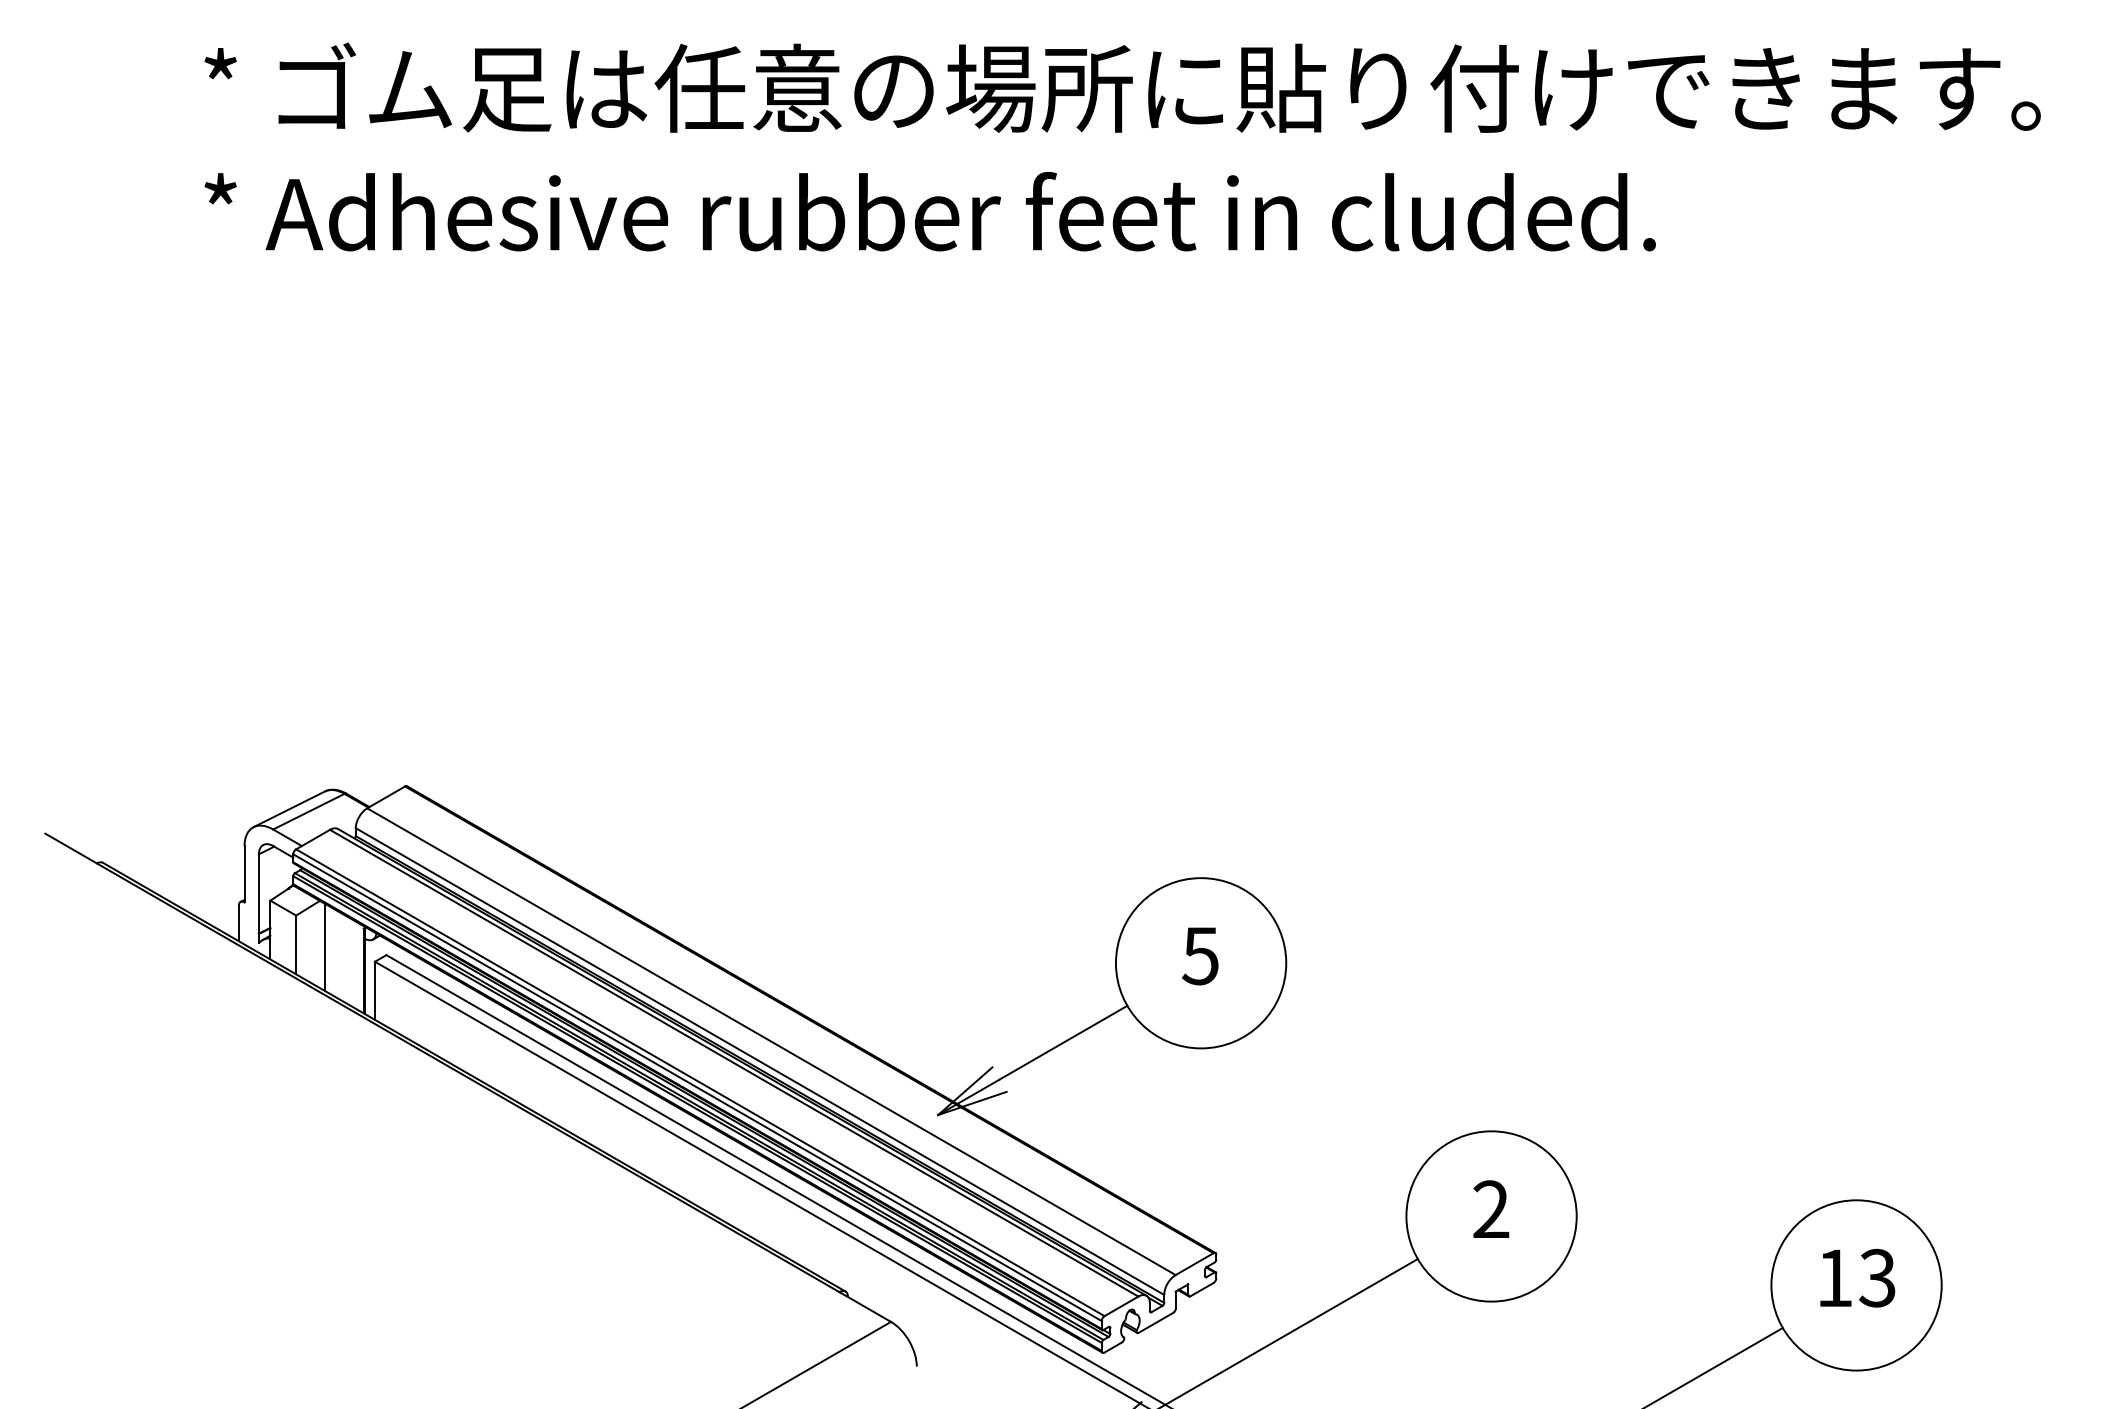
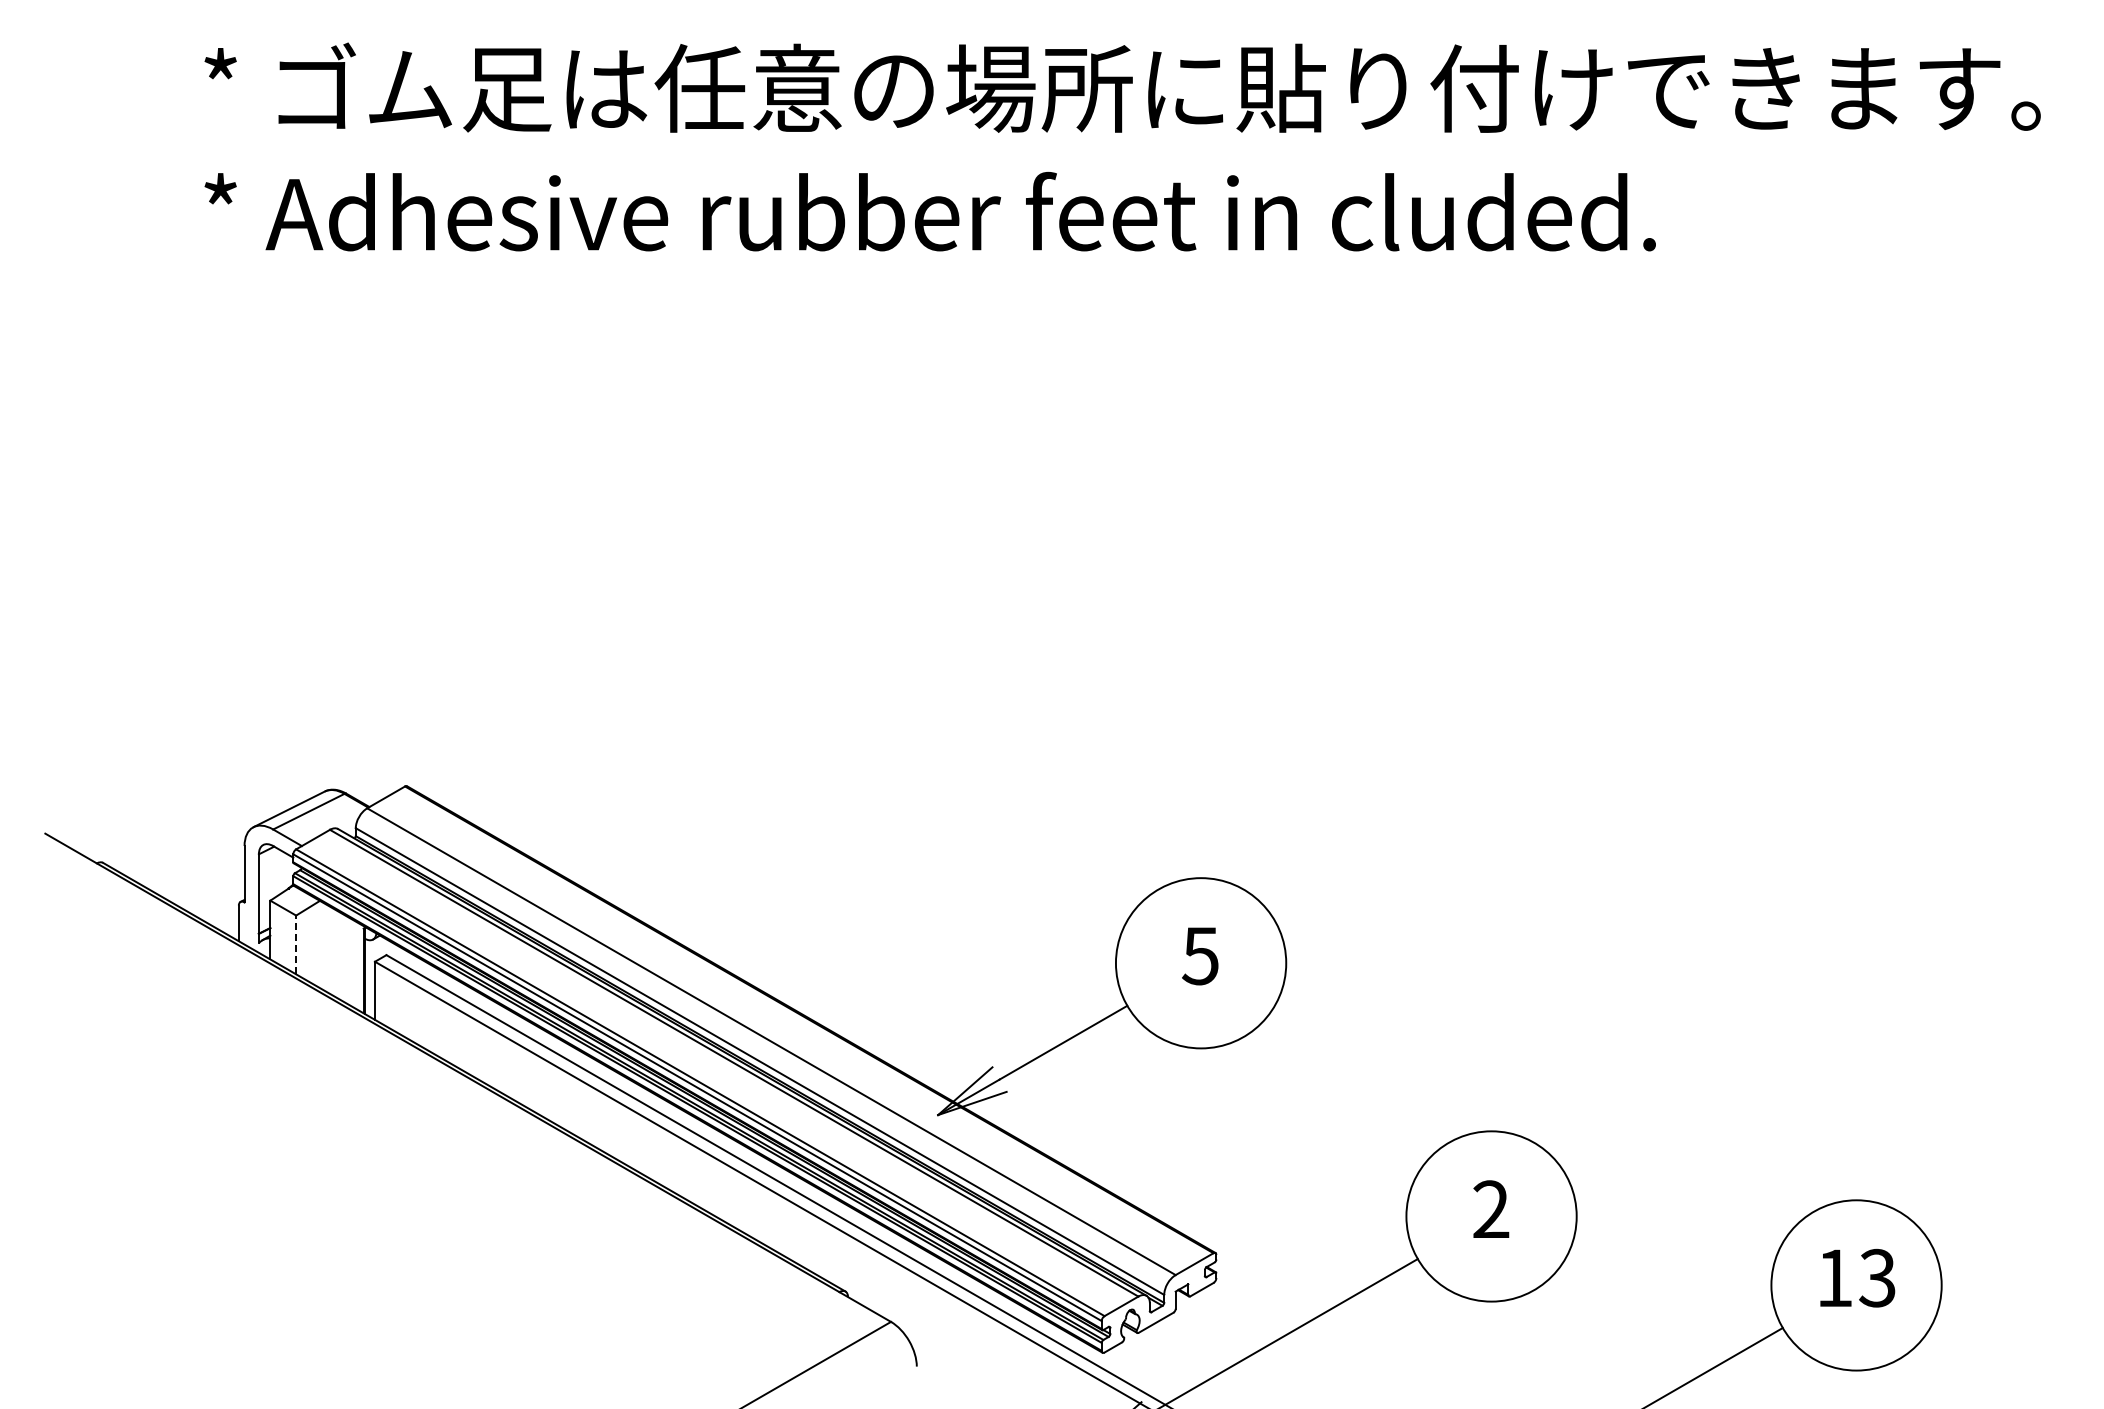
line at (296, 944): solid -> dashed
line at (324, 946): present -> none
